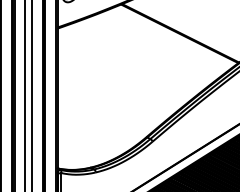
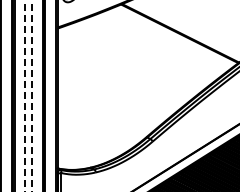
line at (25, 96): solid -> dashed
line at (32, 96): solid -> dashed
